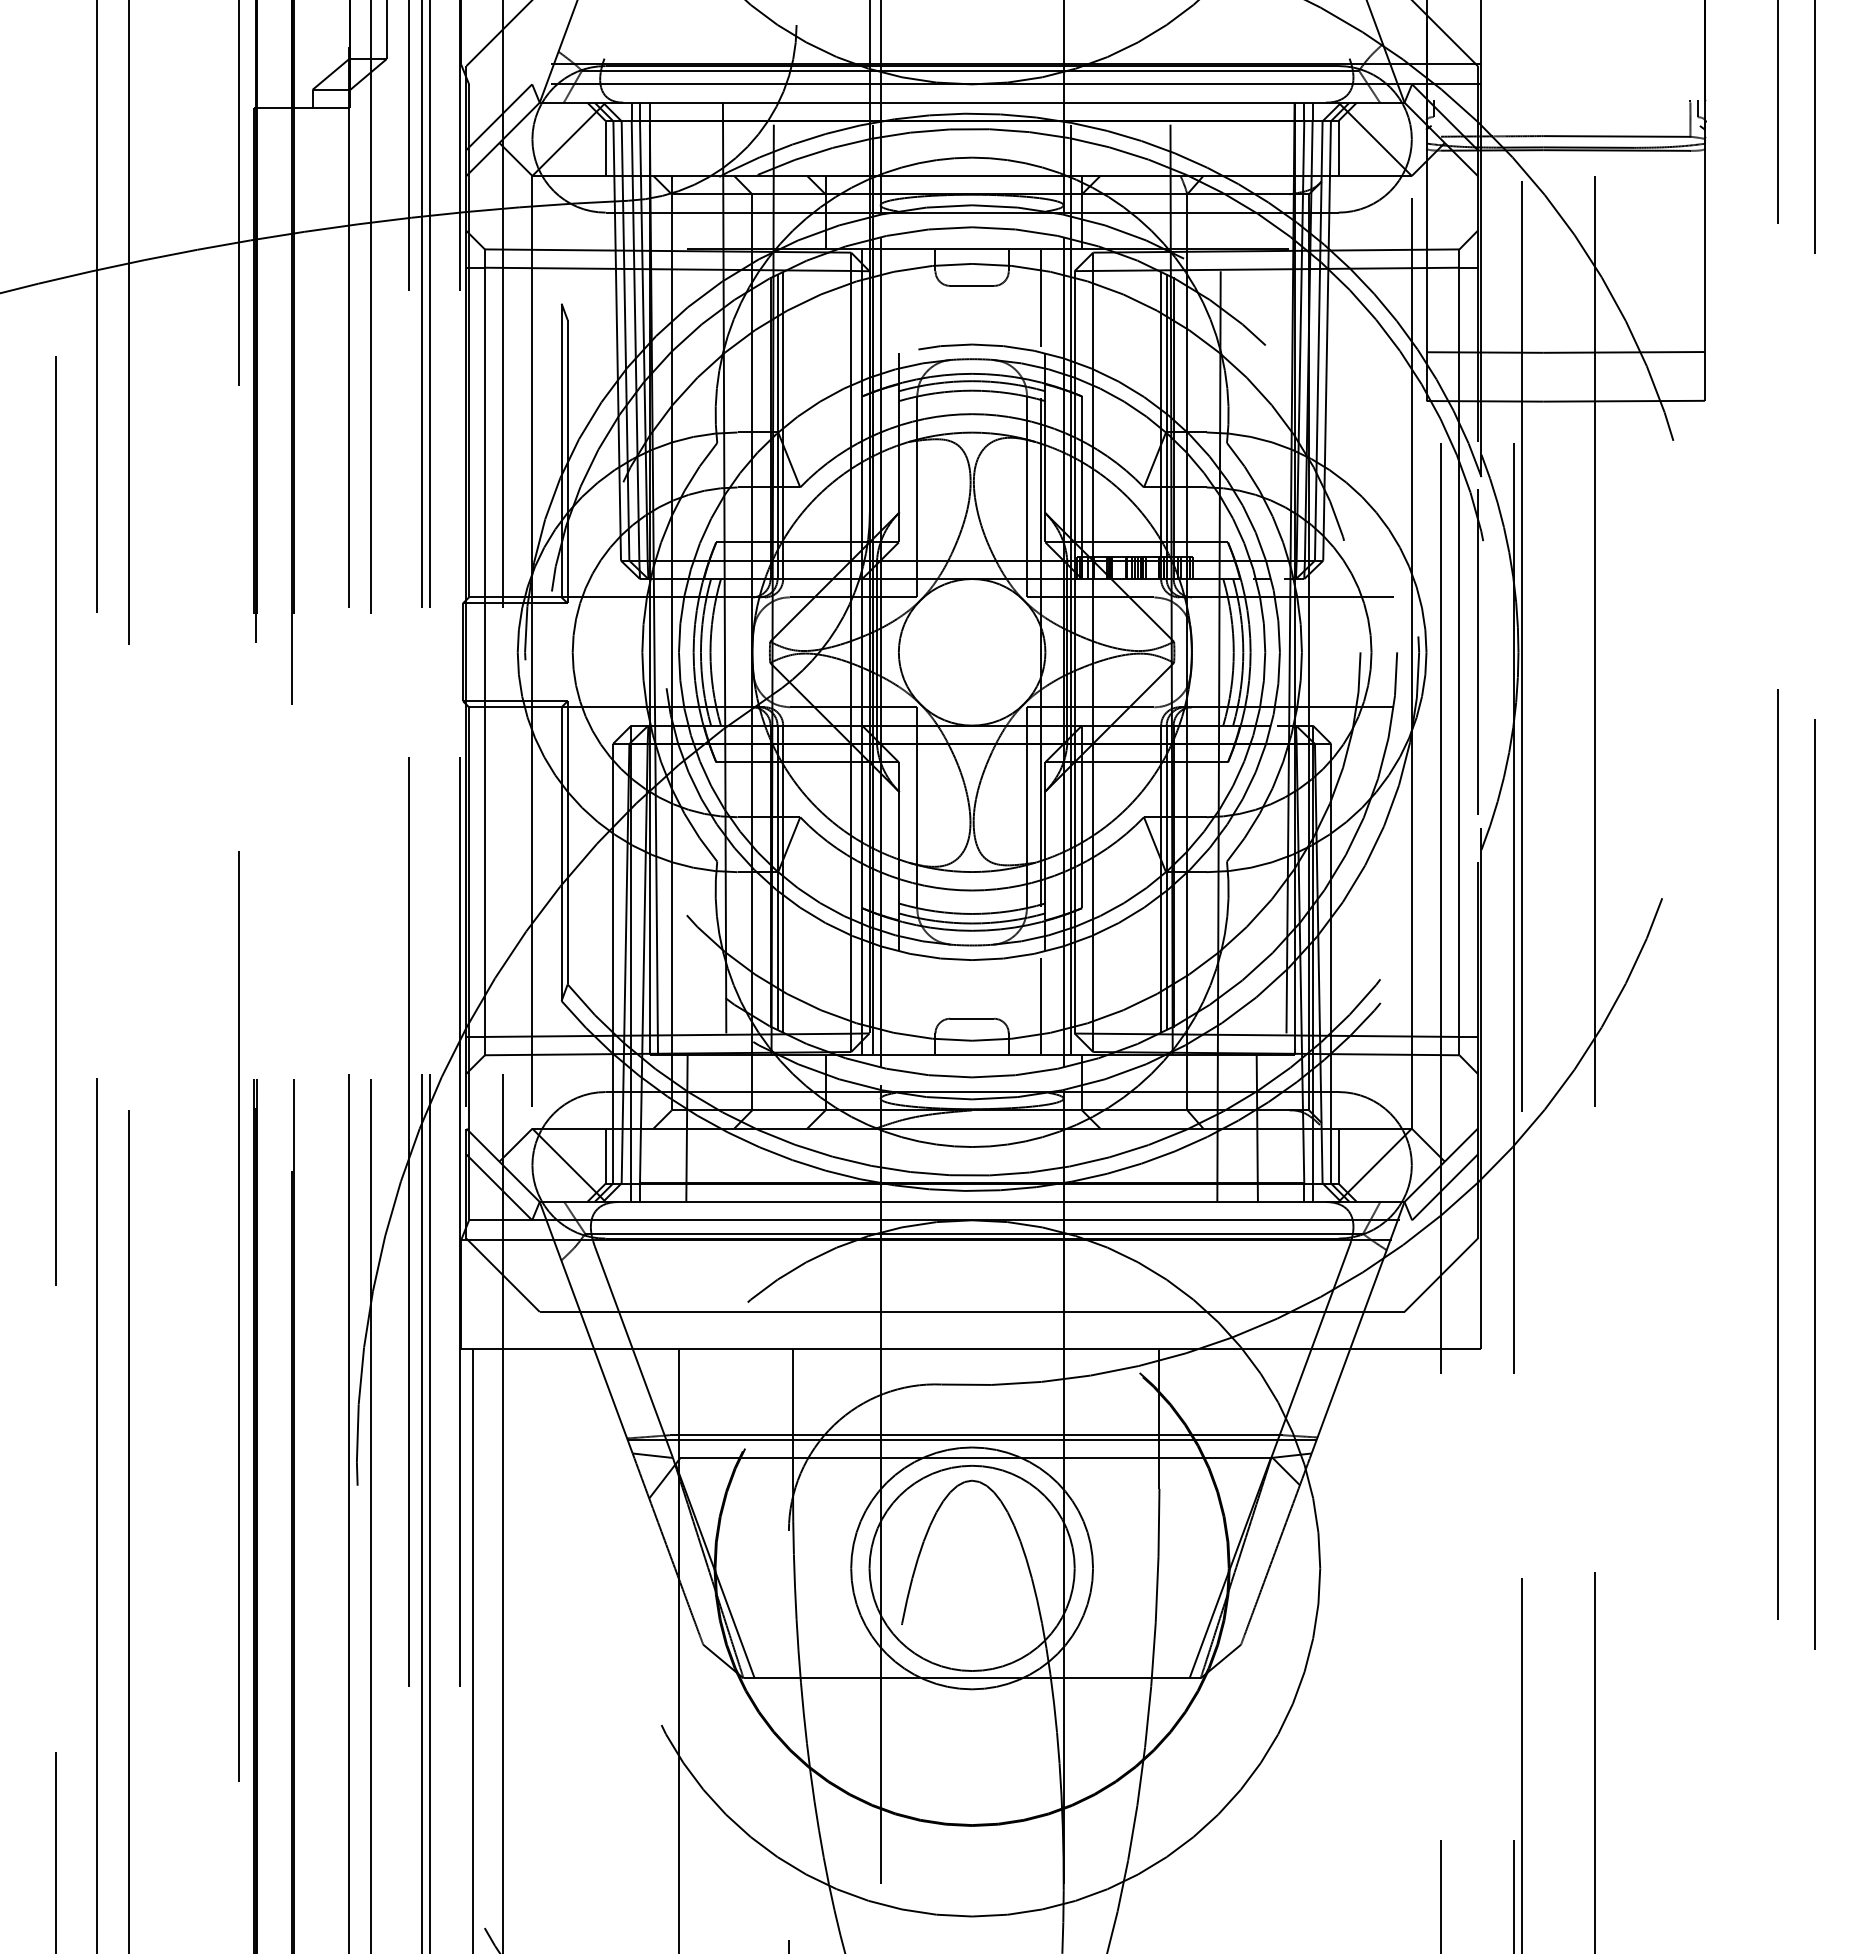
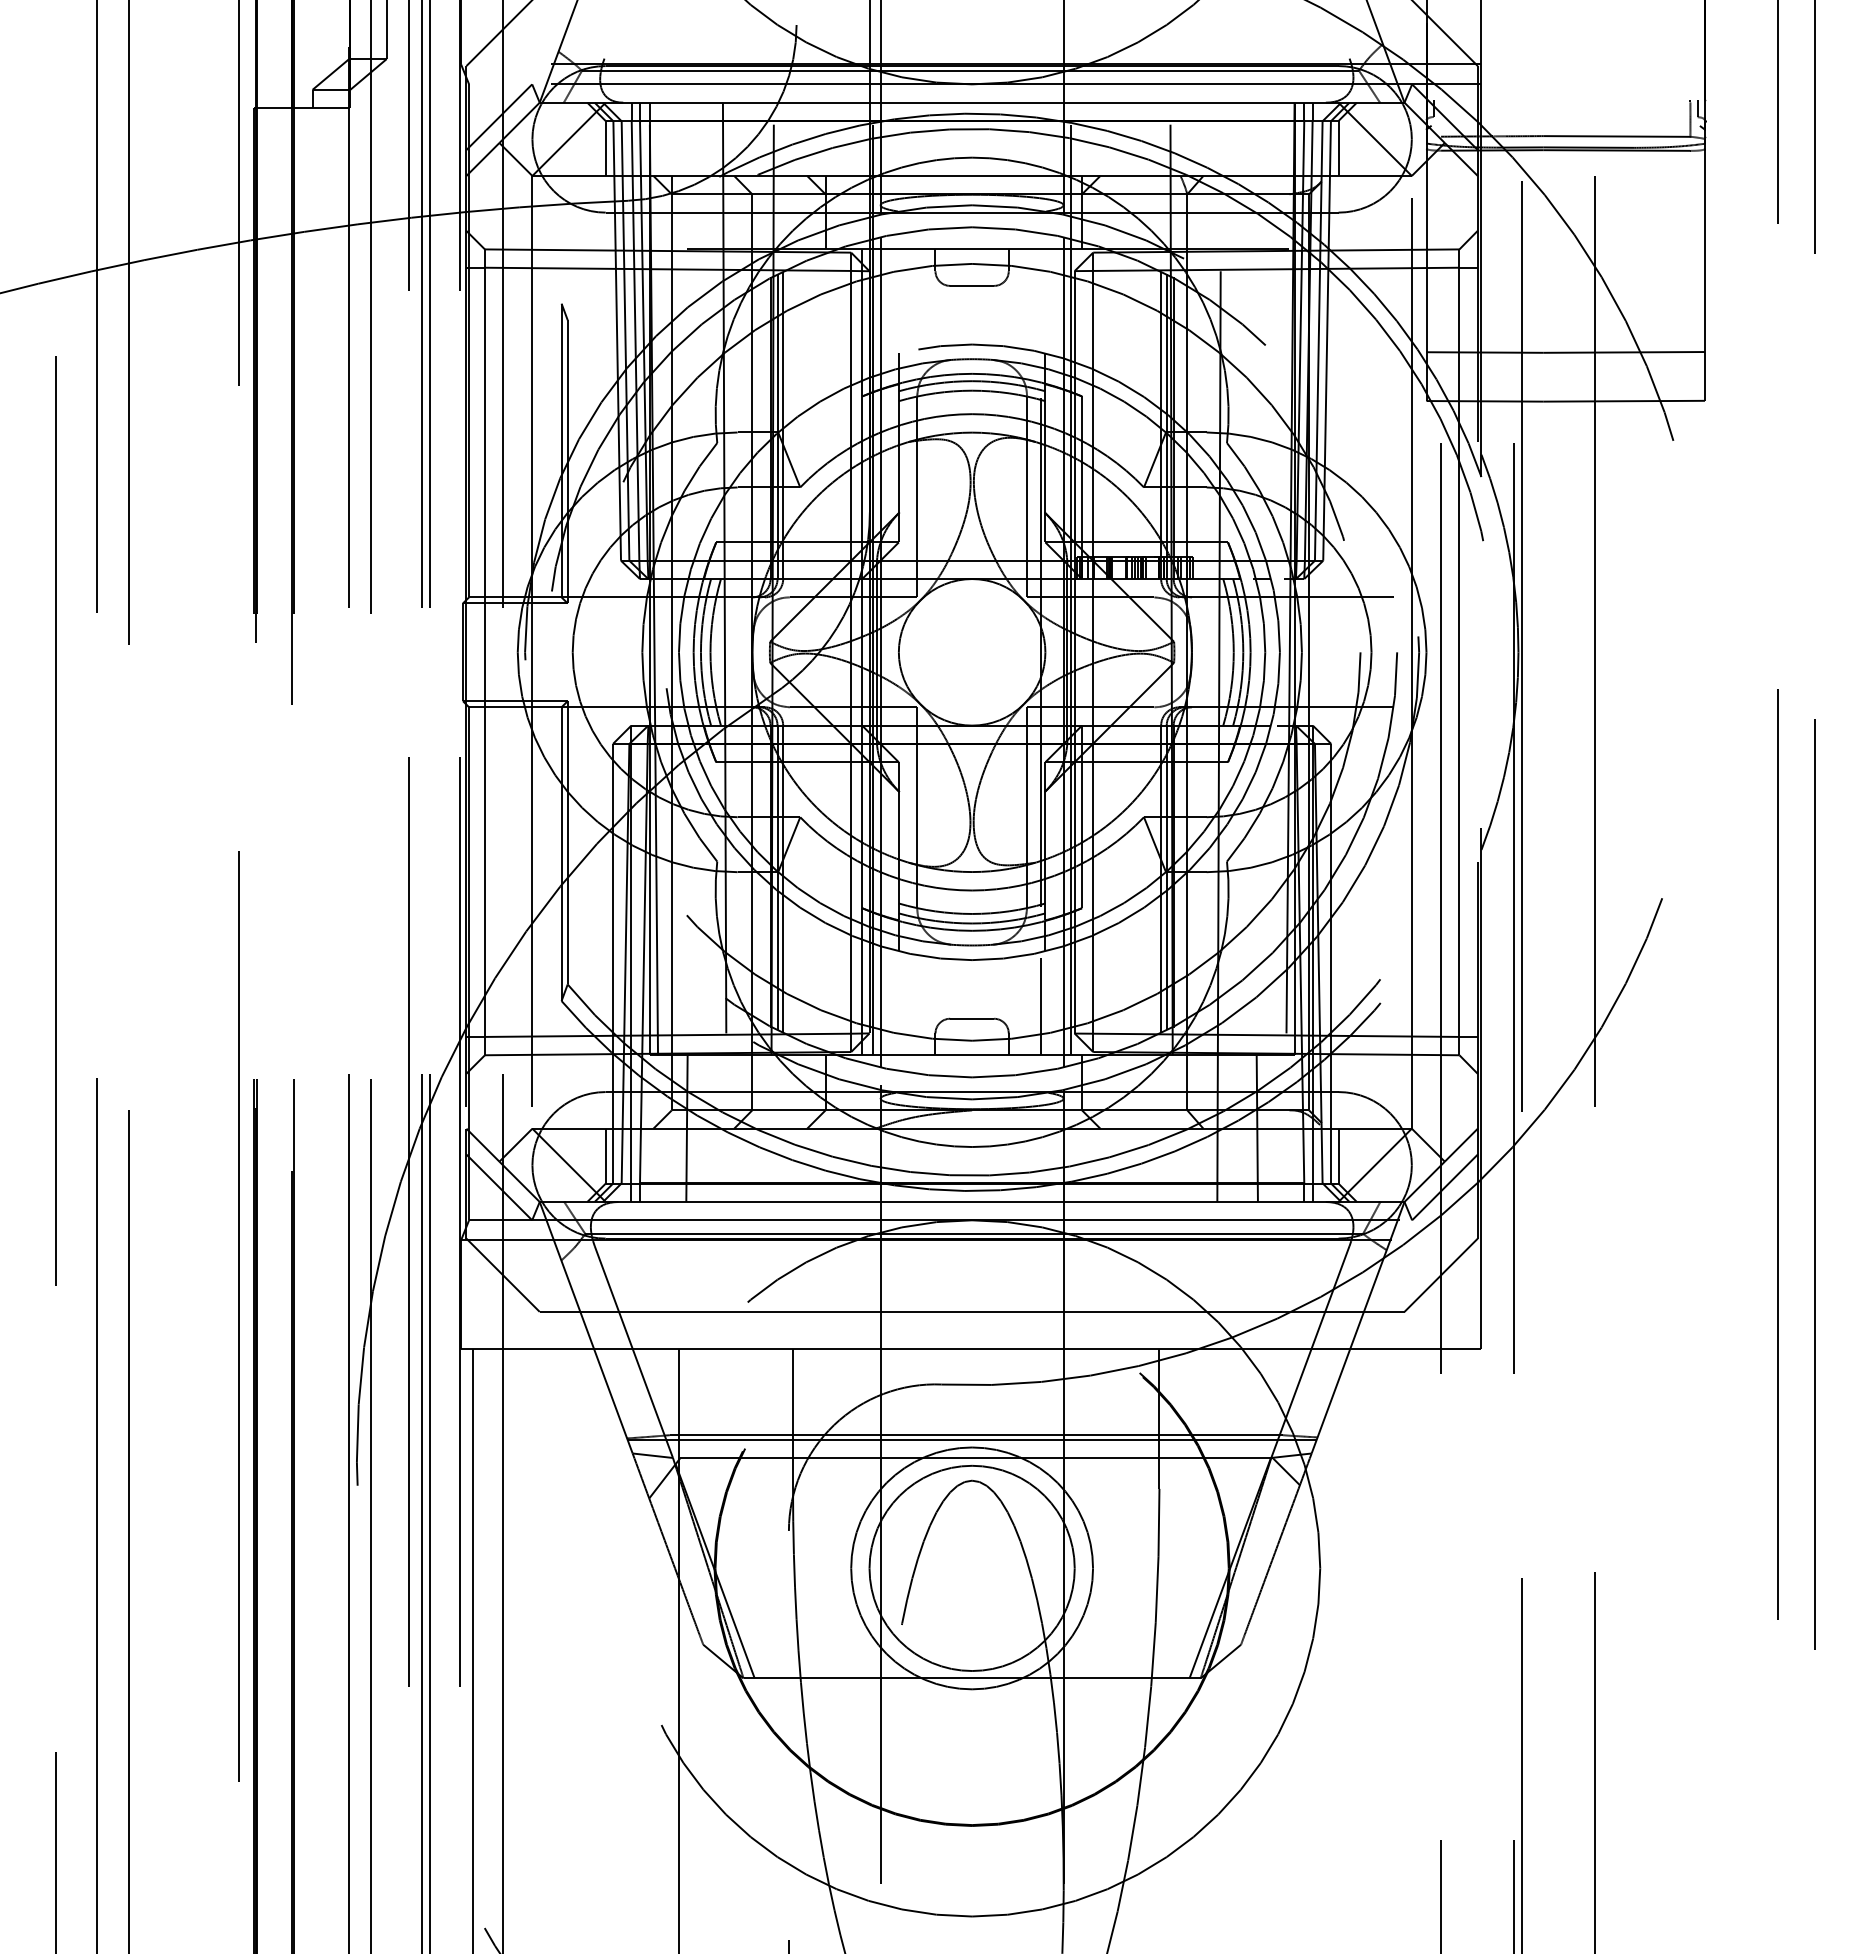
line at (1040, 298): present -> none
line at (1477, 652): present -> none
